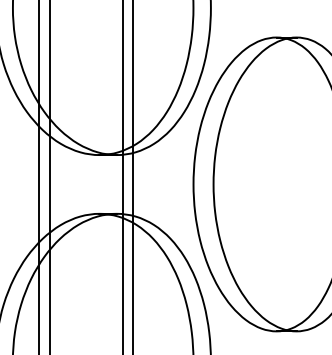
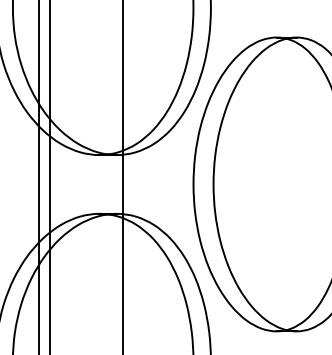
line at (133, 176): present -> none
